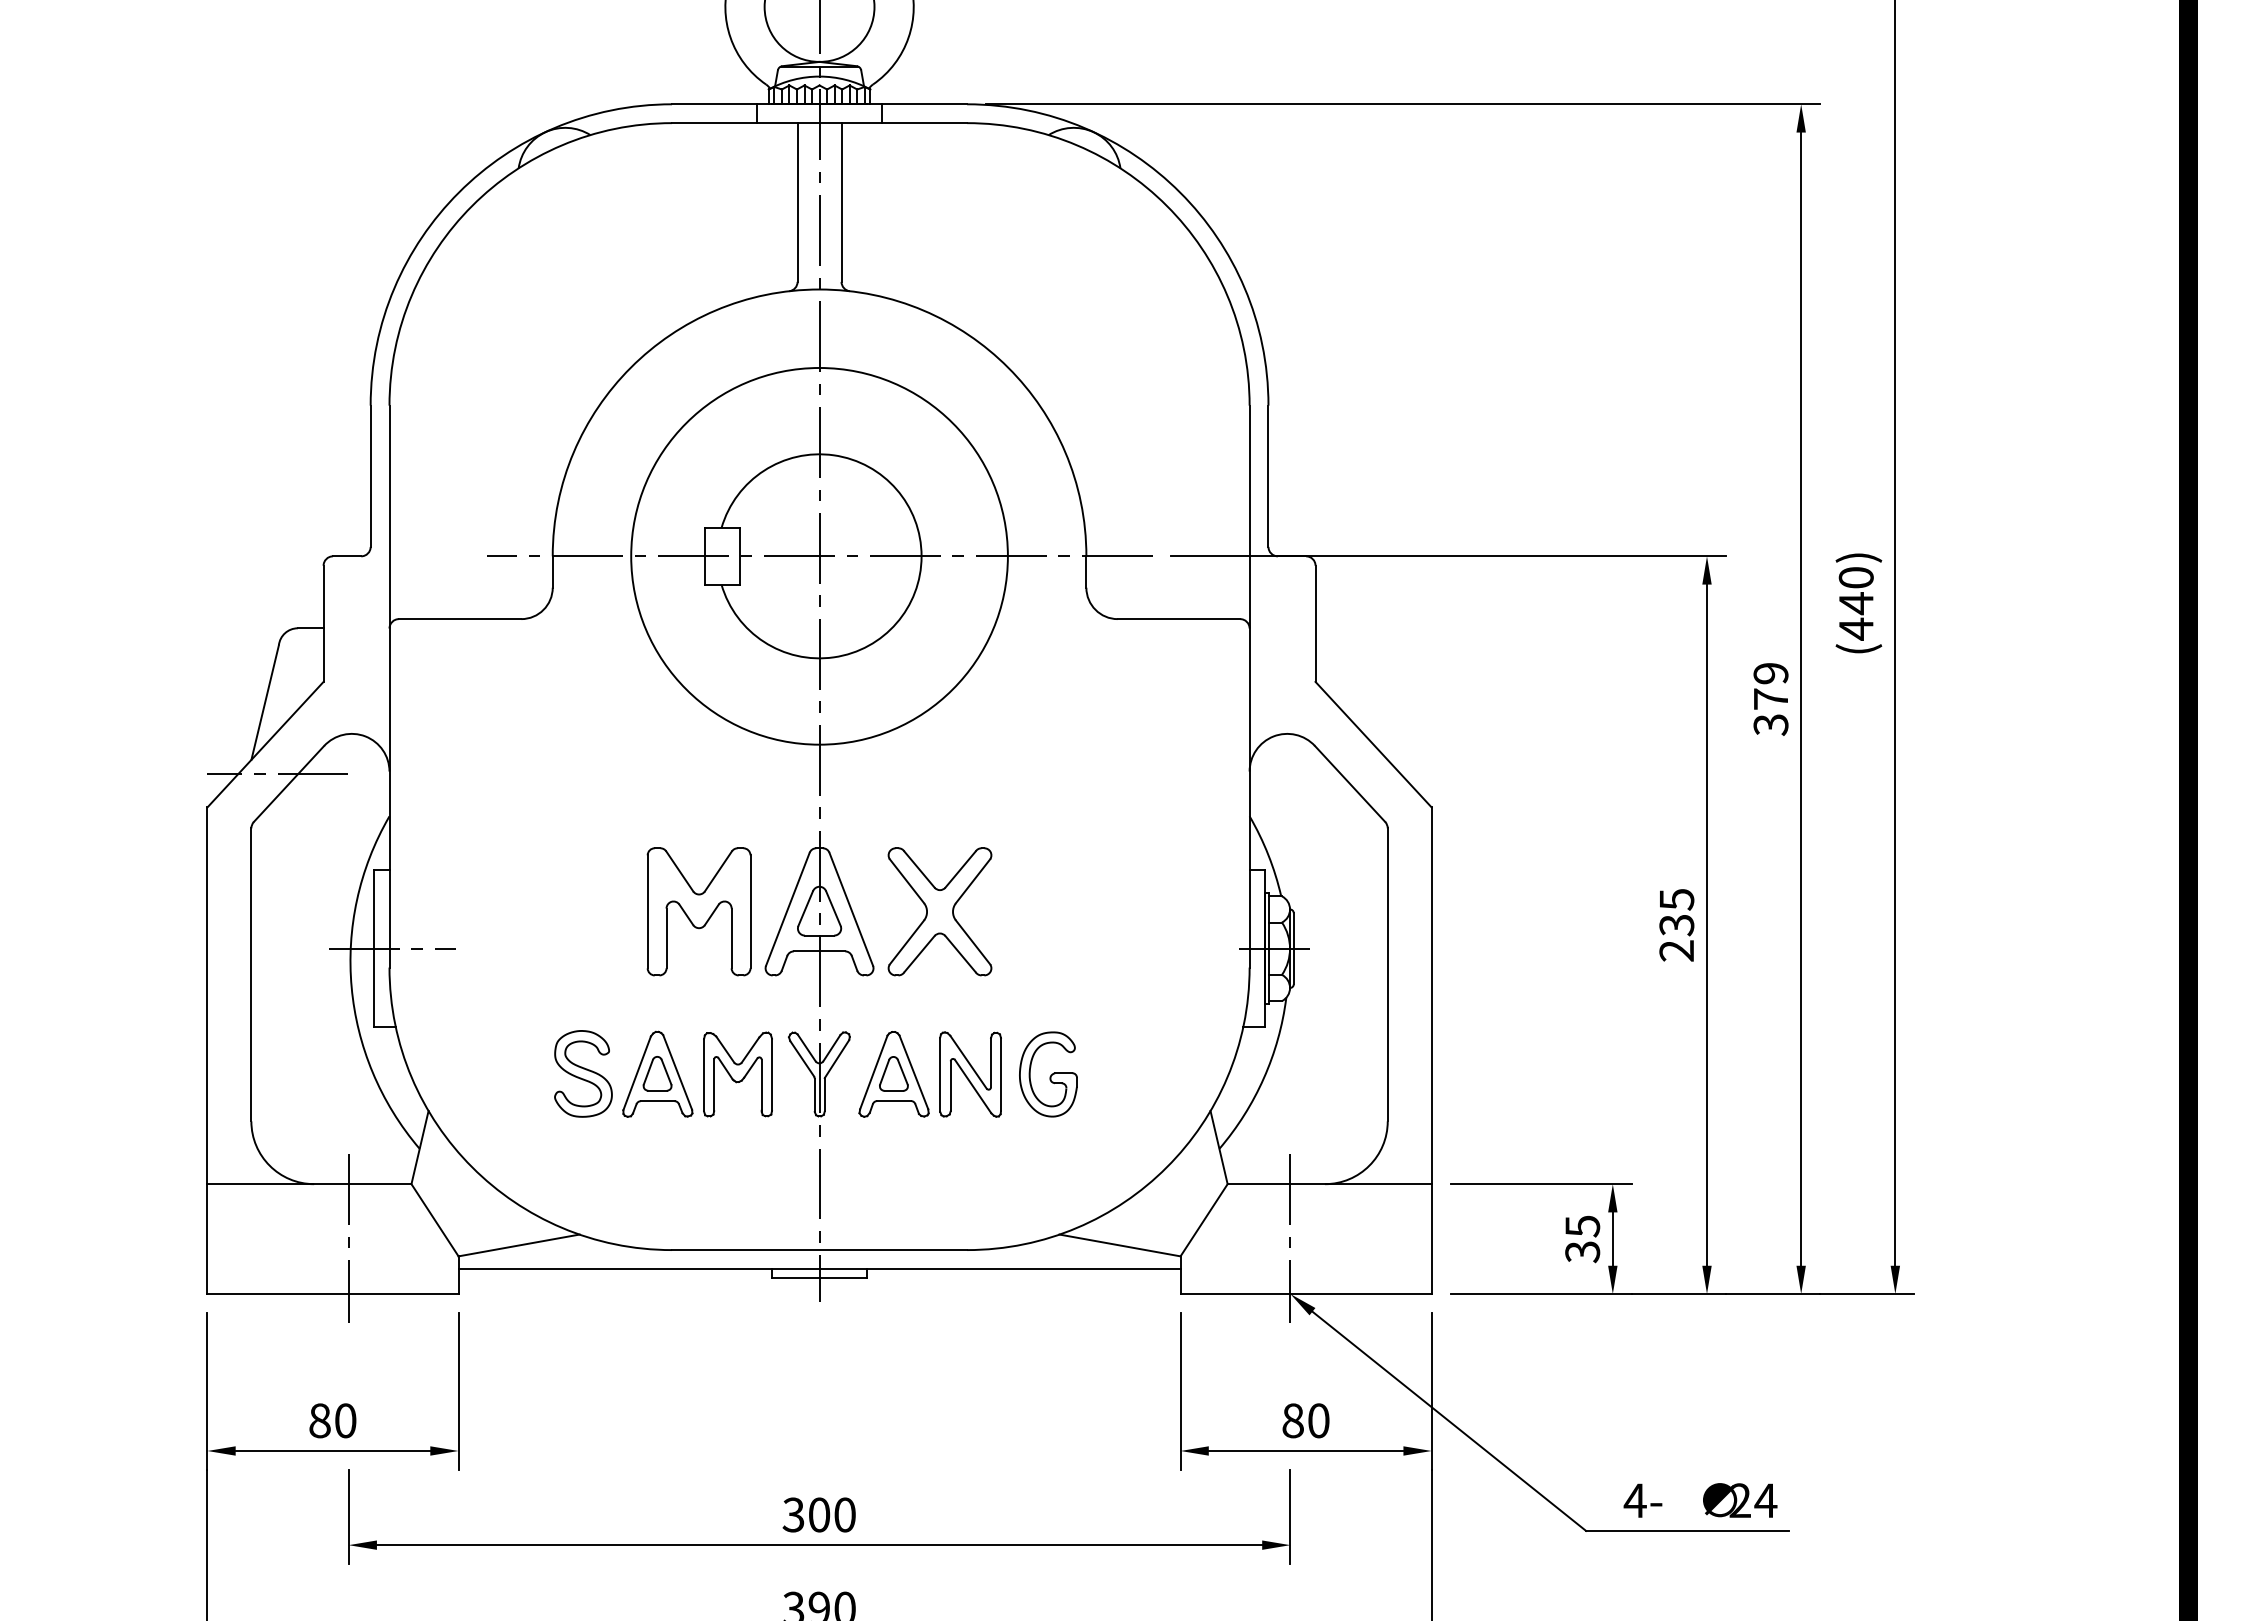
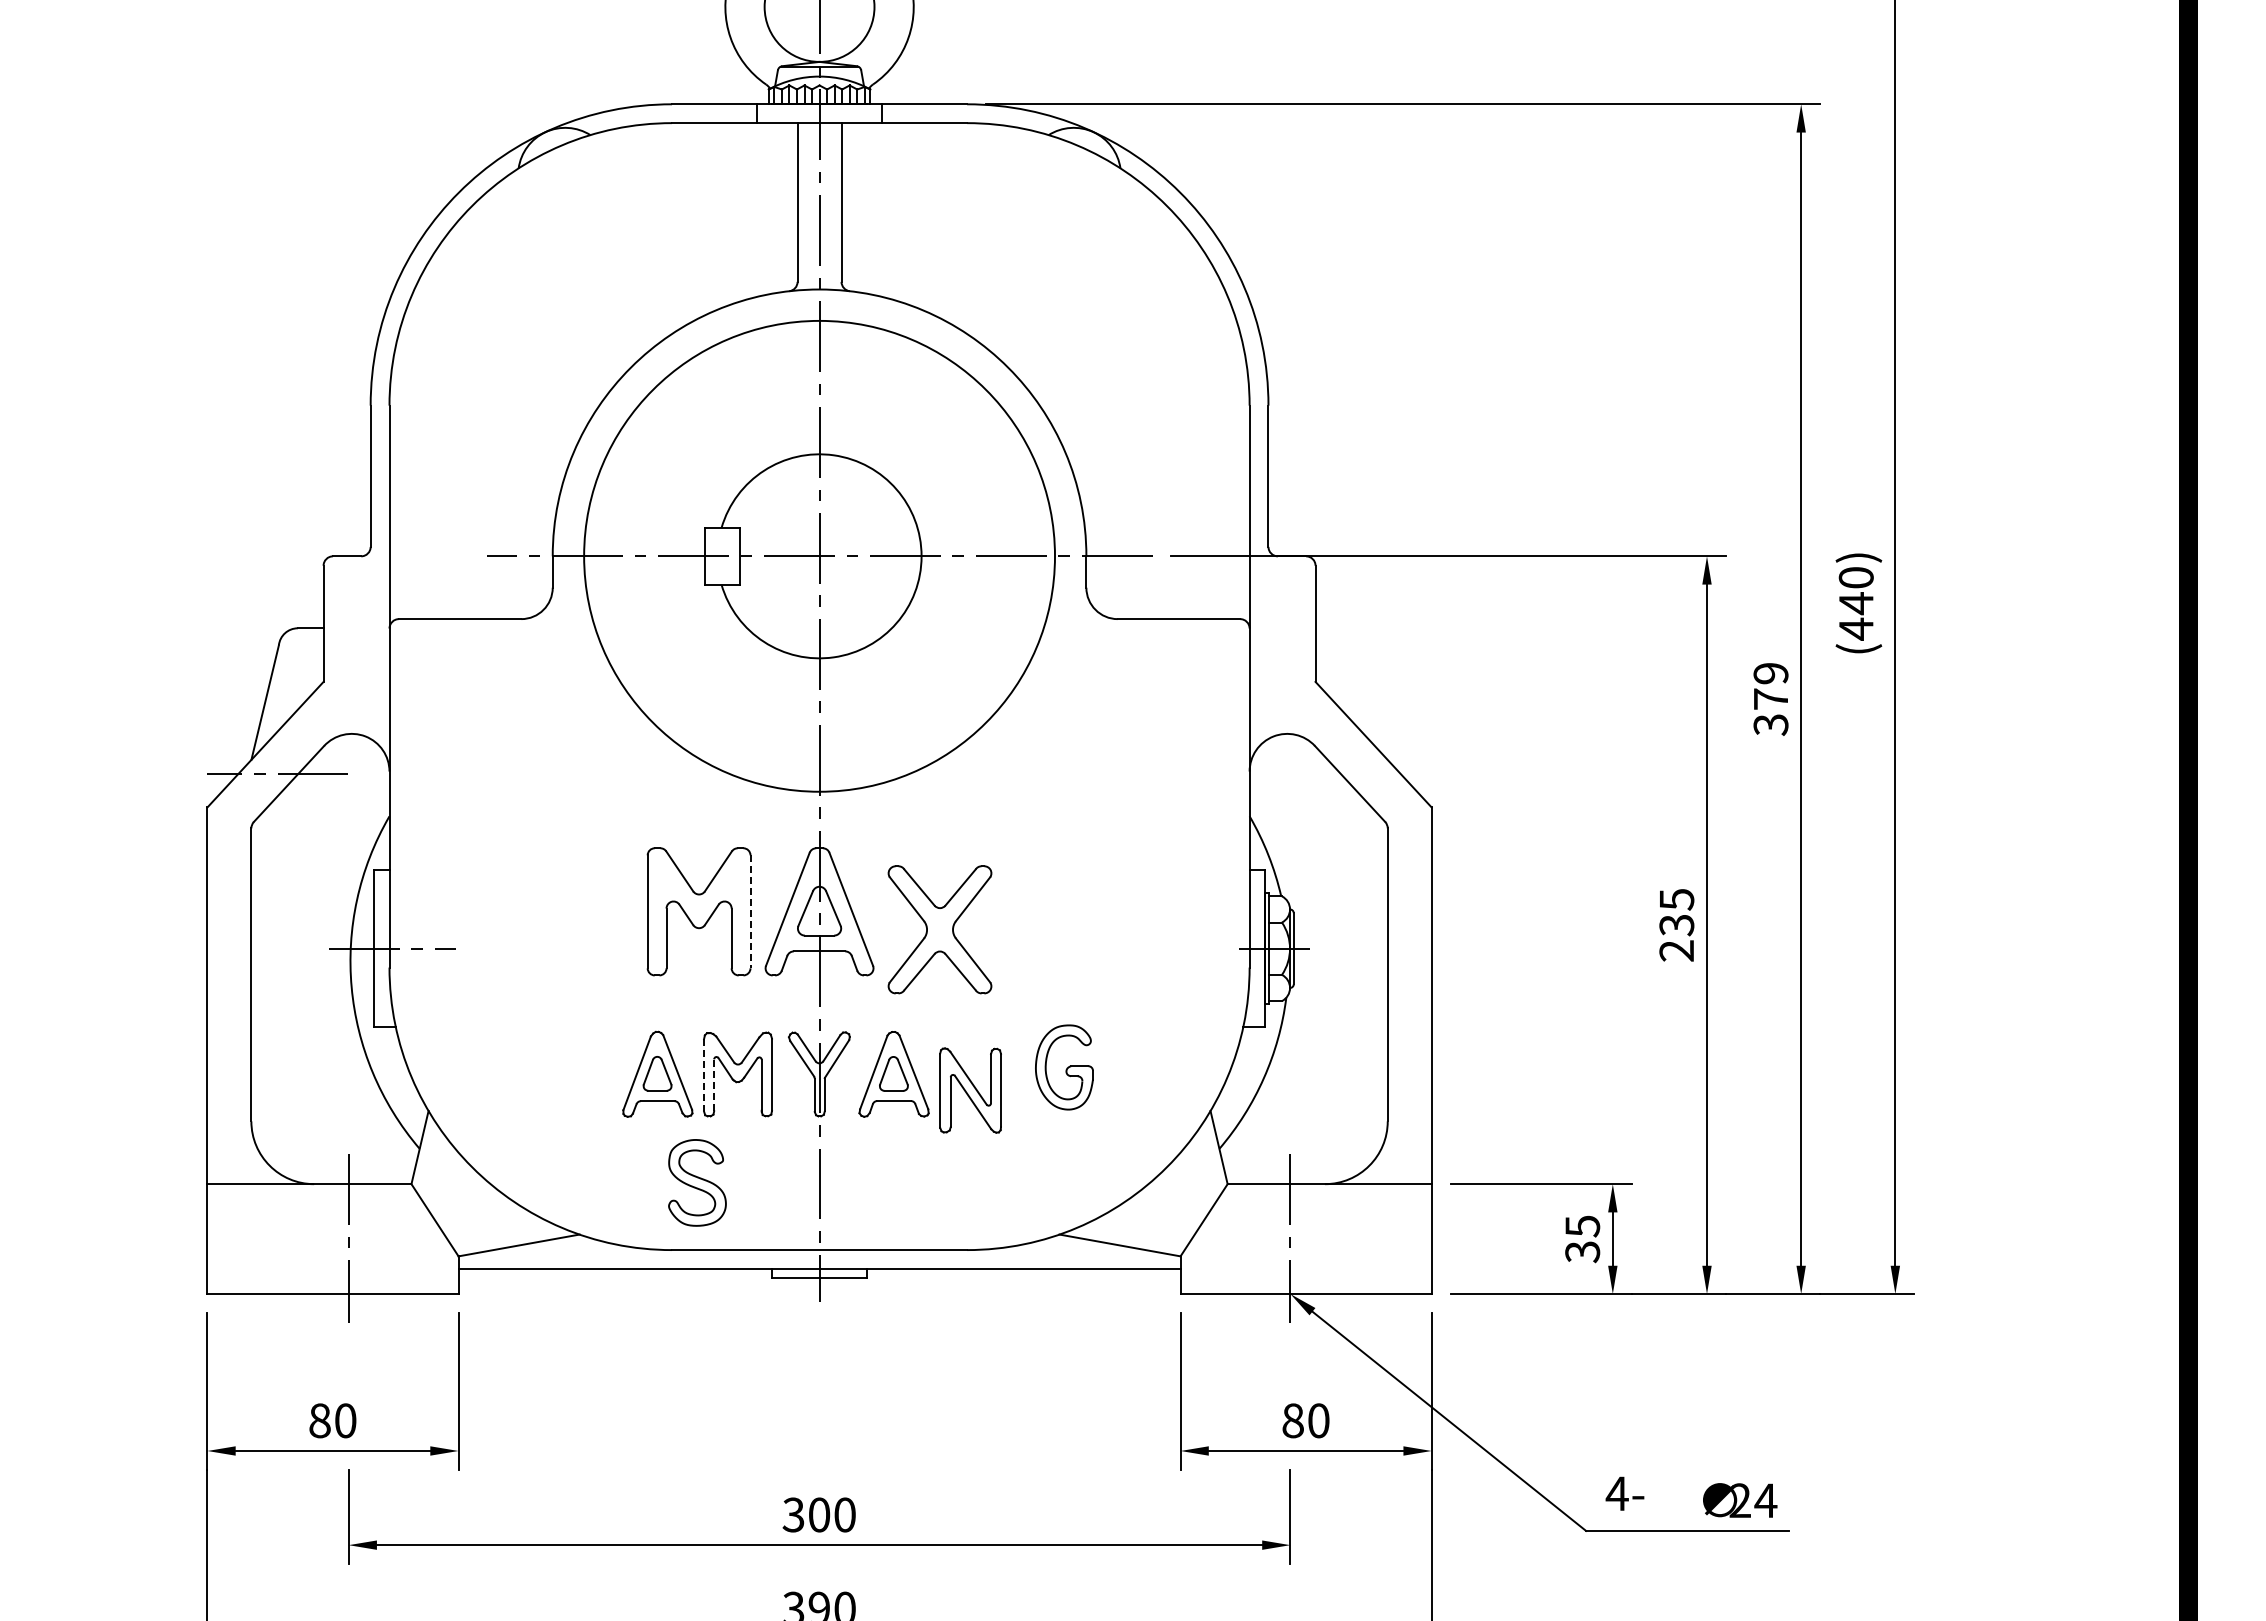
circle at (819, 555) diameter: 377 px -> 471 px
line at (750, 911): solid -> dashed
part at (939, 911) position: (939, 911) -> (939, 929)
part at (583, 1073) position: (583, 1073) -> (697, 1182)
part at (970, 1074) position: (970, 1074) -> (970, 1090)
part at (1048, 1074) position: (1048, 1074) -> (1064, 1067)
line at (704, 1075): solid -> dashed
line at (714, 1085): solid -> dashed
text at (1642, 1500) position: (1642, 1500) -> (1624, 1493)
